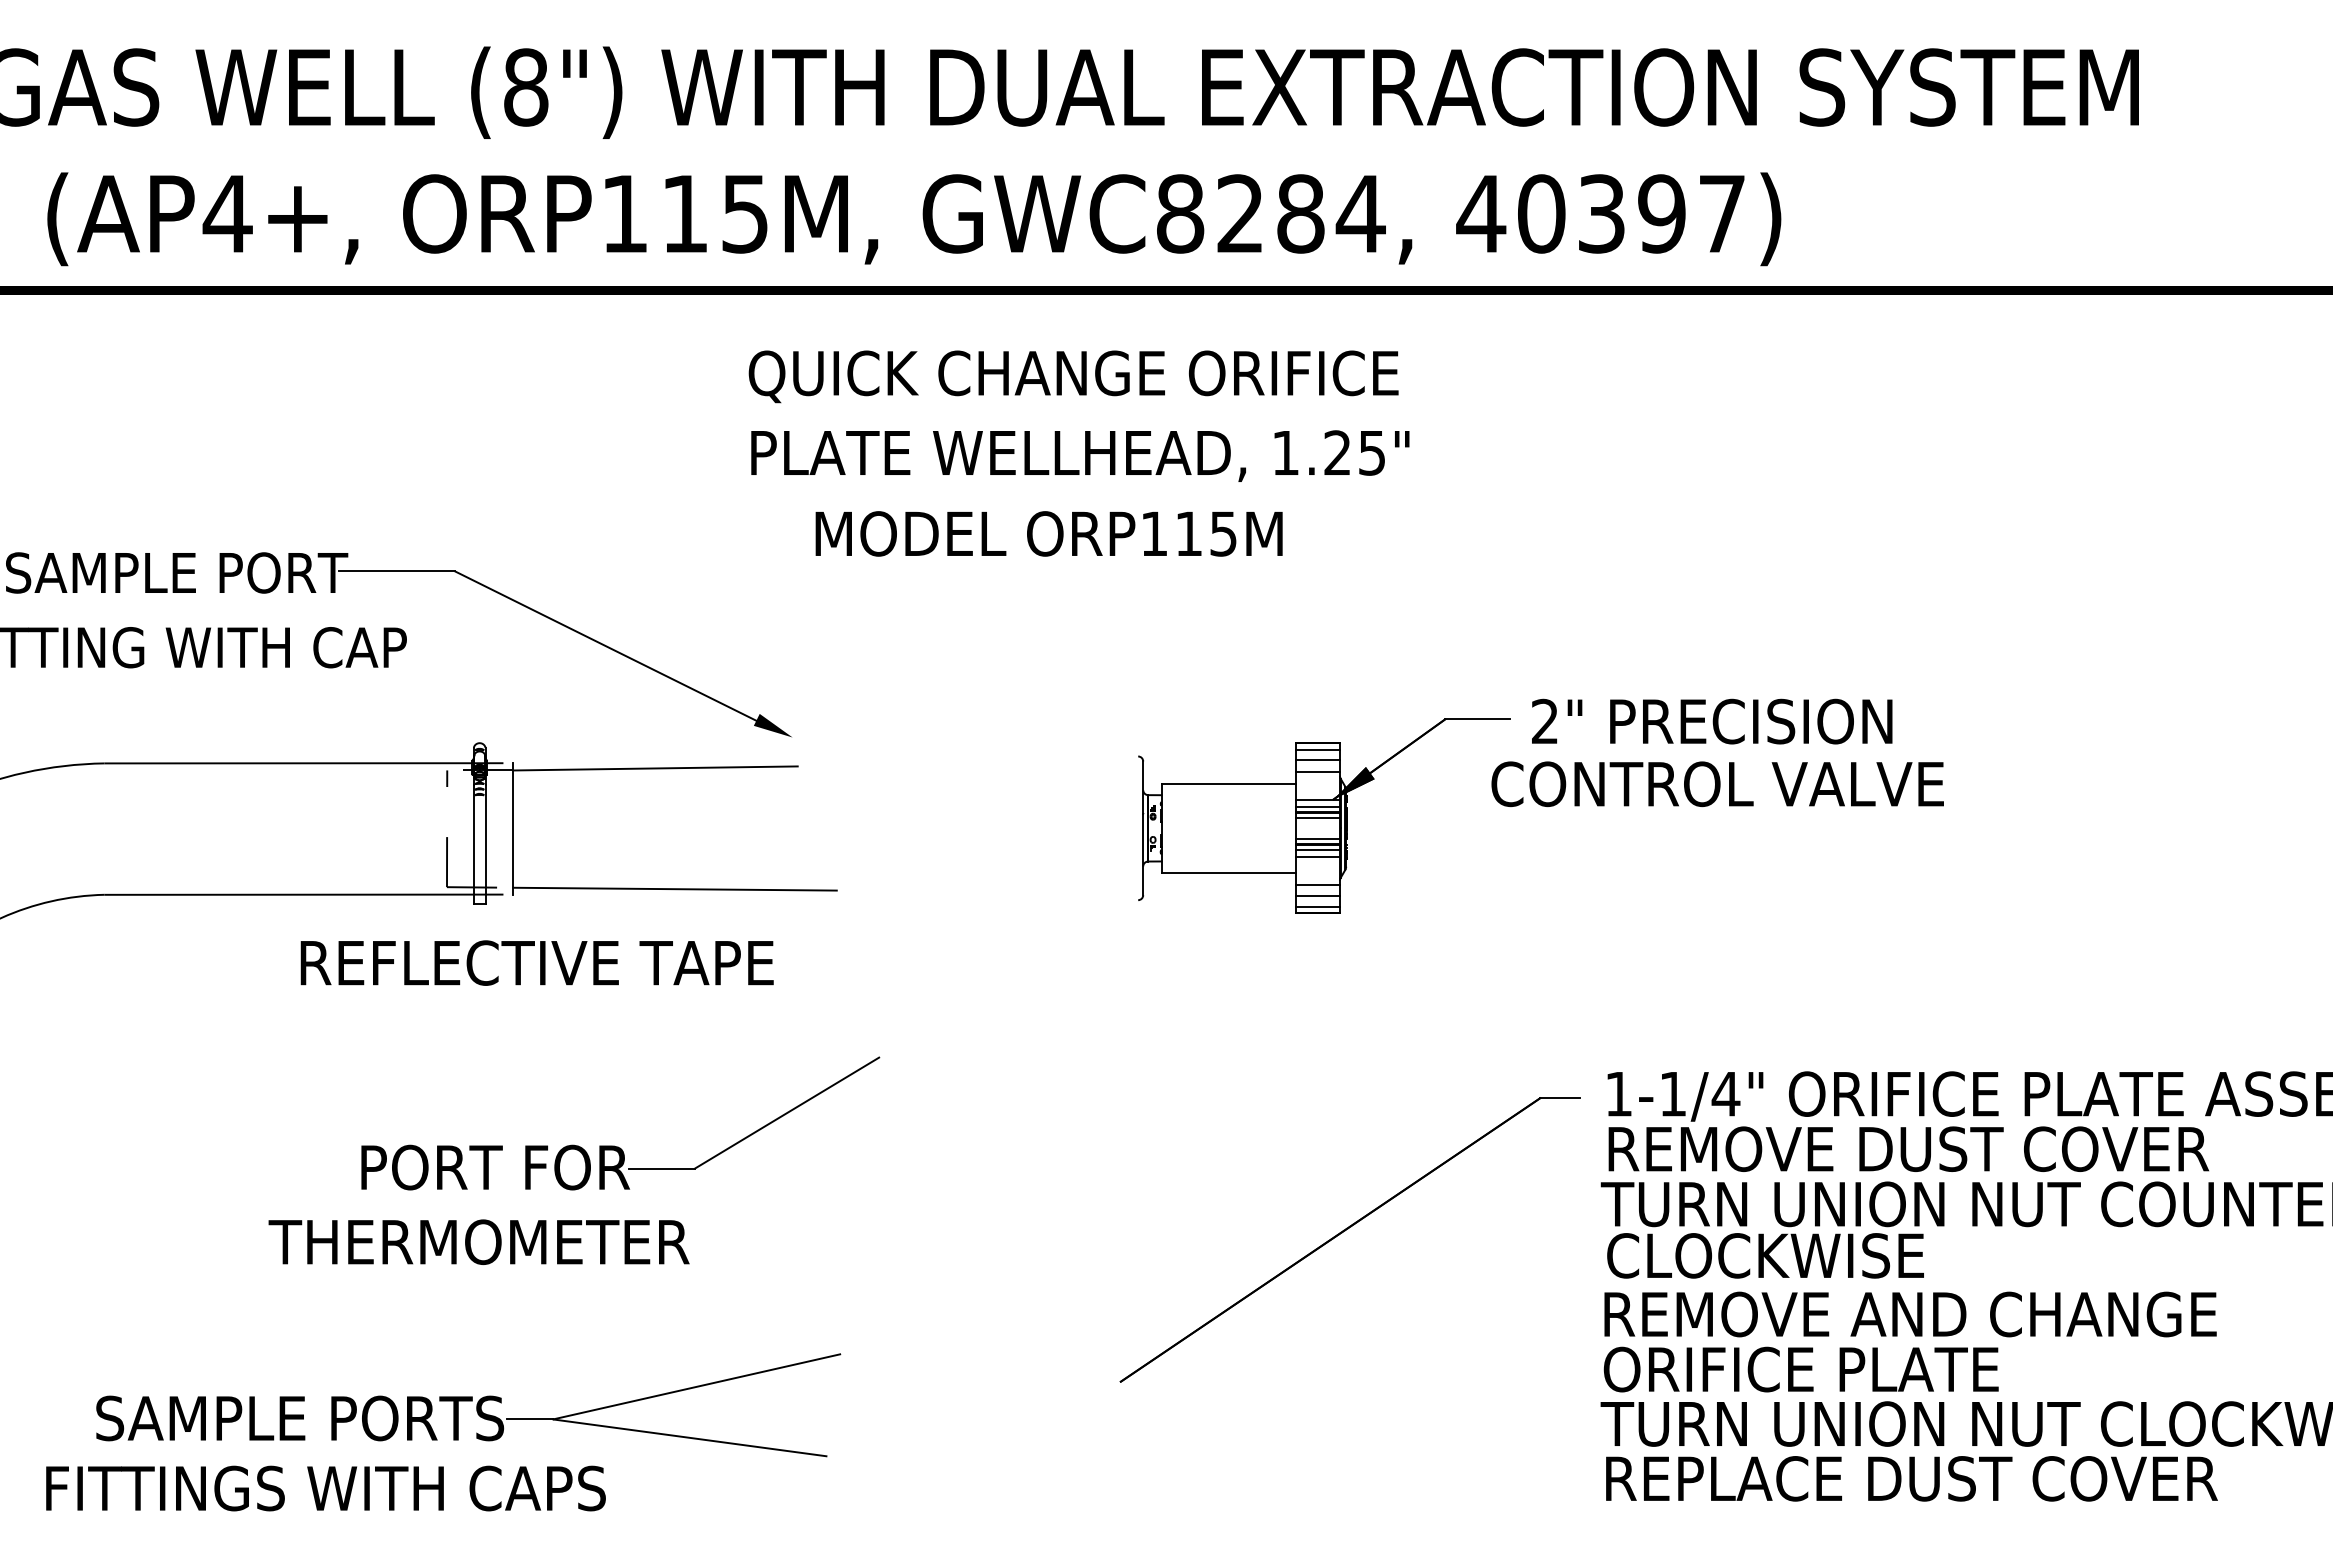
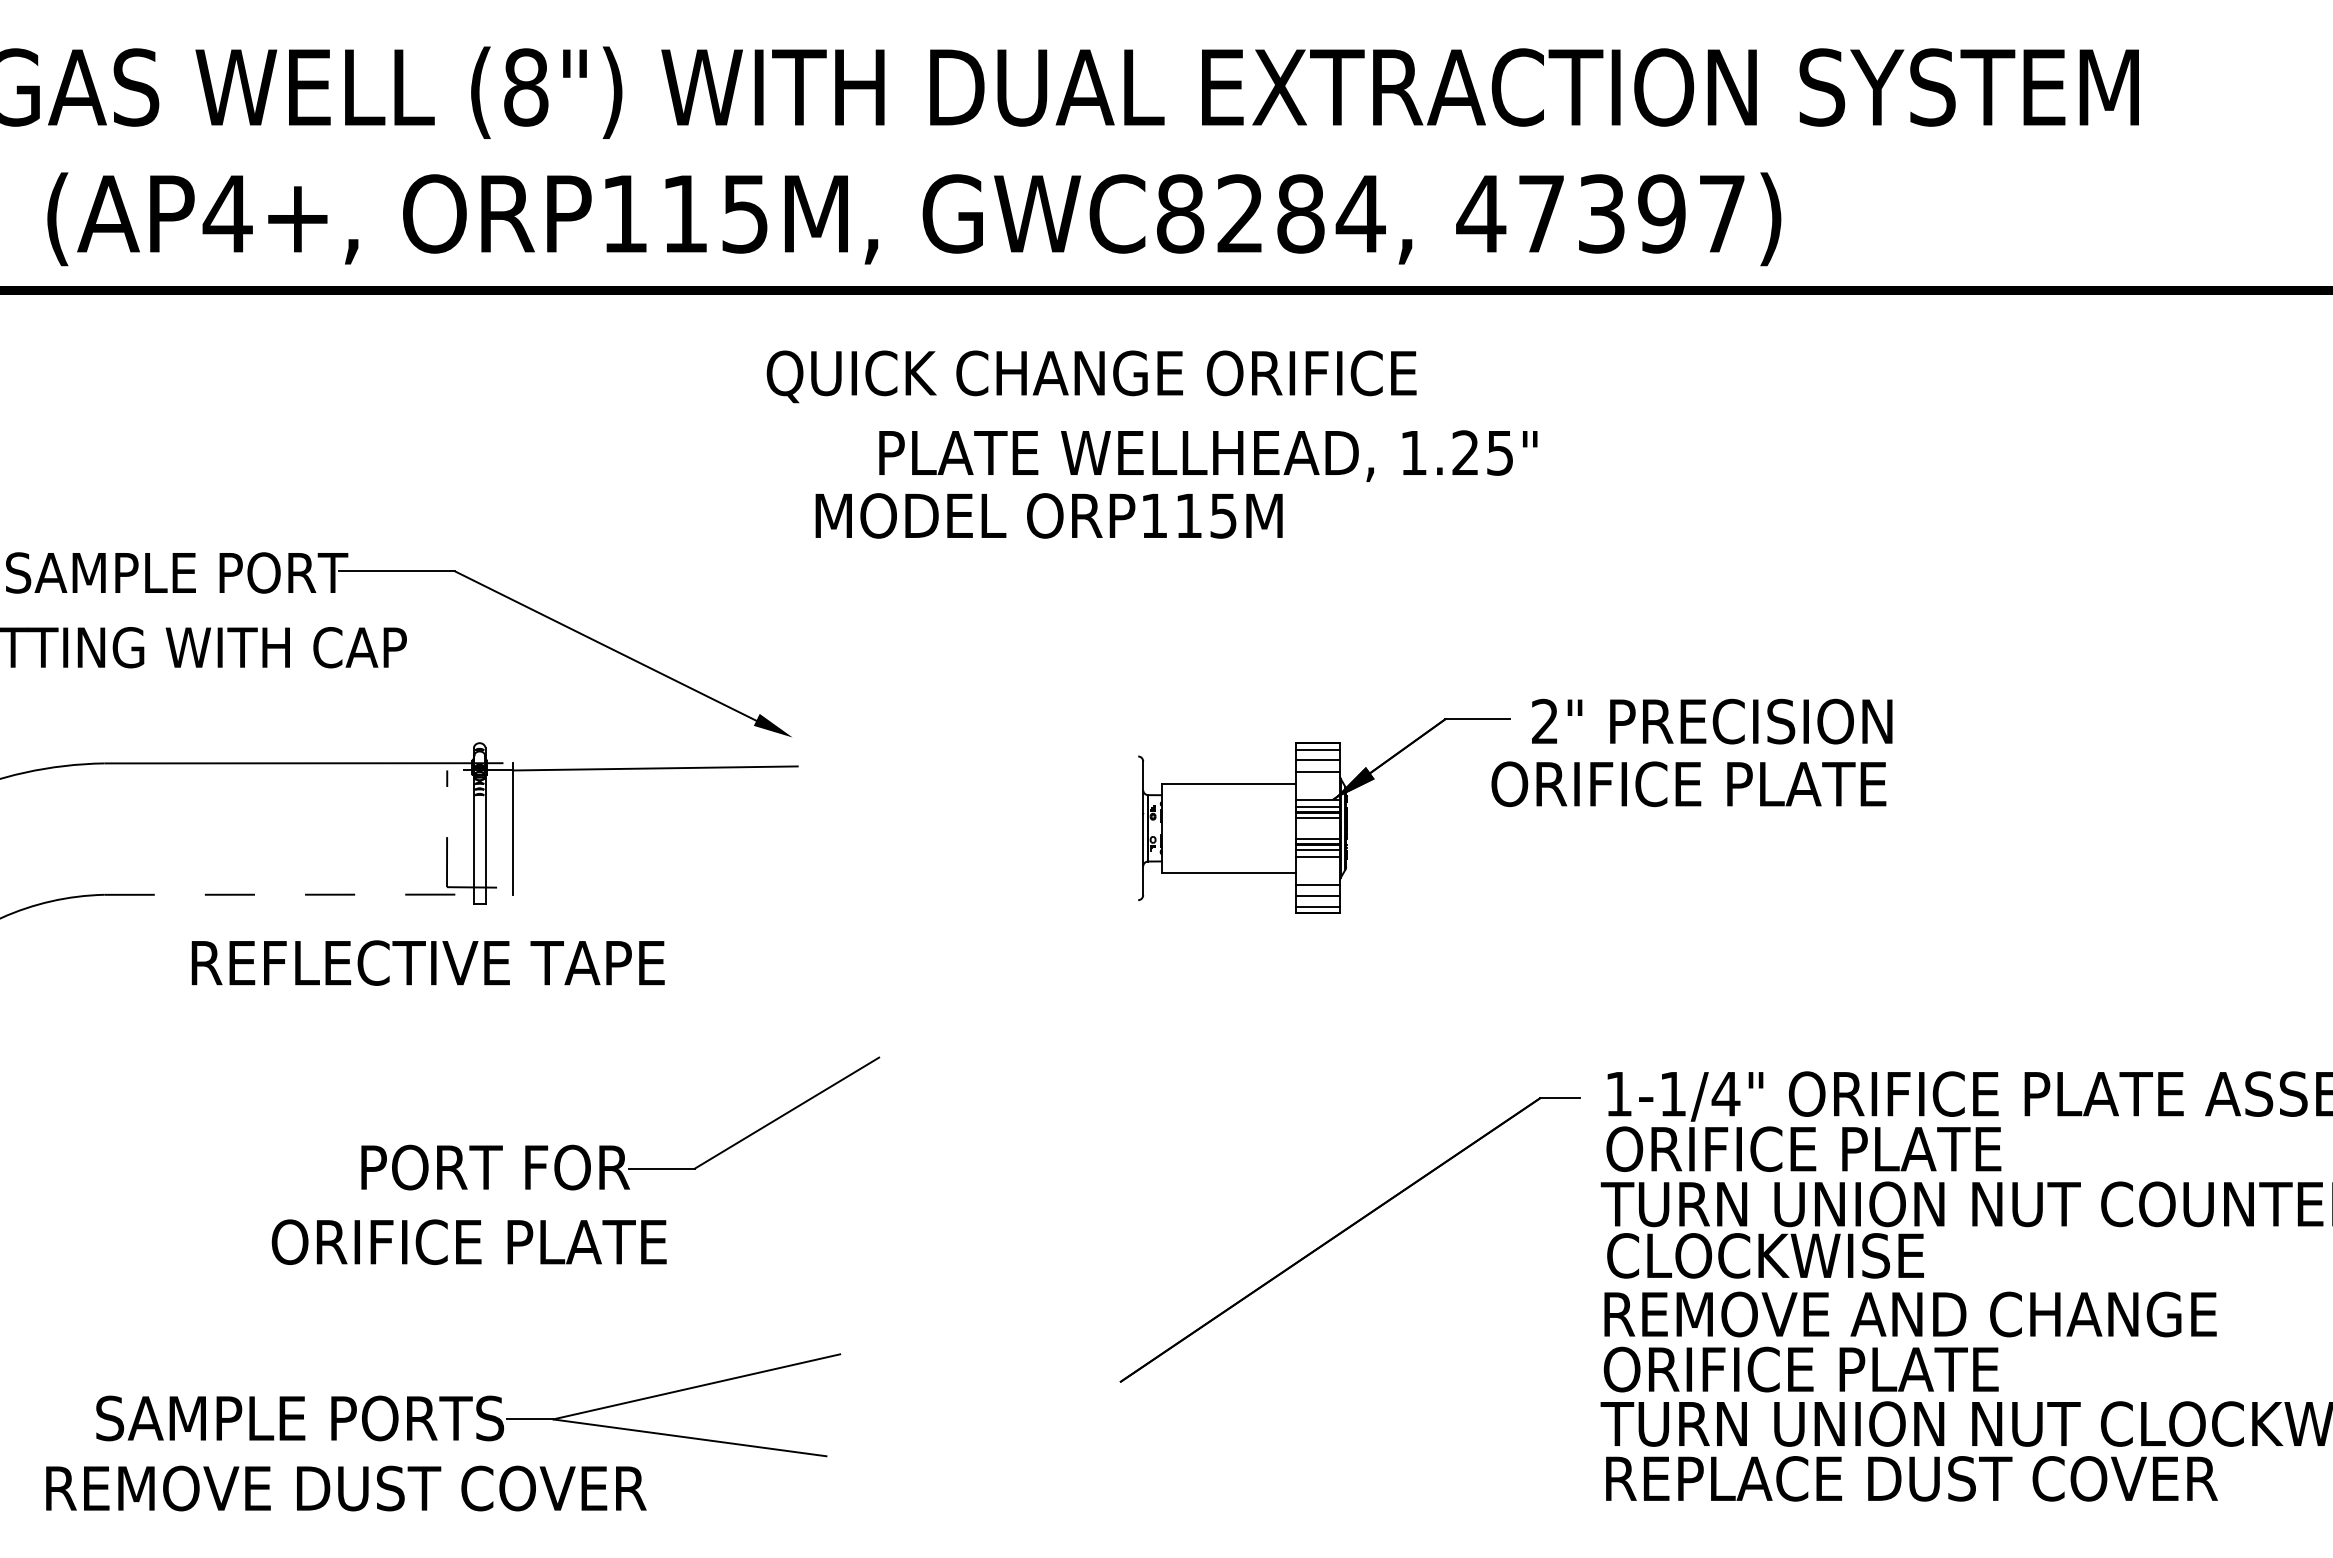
text at (1541, 213): 40397) -> 47397)
text at (1073, 376) position: (1073, 376) -> (1091, 376)
text at (1080, 455) position: (1080, 455) -> (1208, 455)
text at (1048, 533) position: (1048, 533) -> (1048, 515)
text at (1720, 784): CONTROL VALVE -> ORIFICE PLATE
line at (674, 888): present -> none
line at (304, 894): solid -> dashed
text at (536, 962) position: (536, 962) -> (427, 962)
text at (1907, 1149): REMOVE DUST COVER -> ORIFICE PLATE
text at (478, 1242): THERMOMETER -> ORIFICE PLATE
text at (348, 1488): FITTINGS WITH CAPS -> REMOVE DUST COVER
